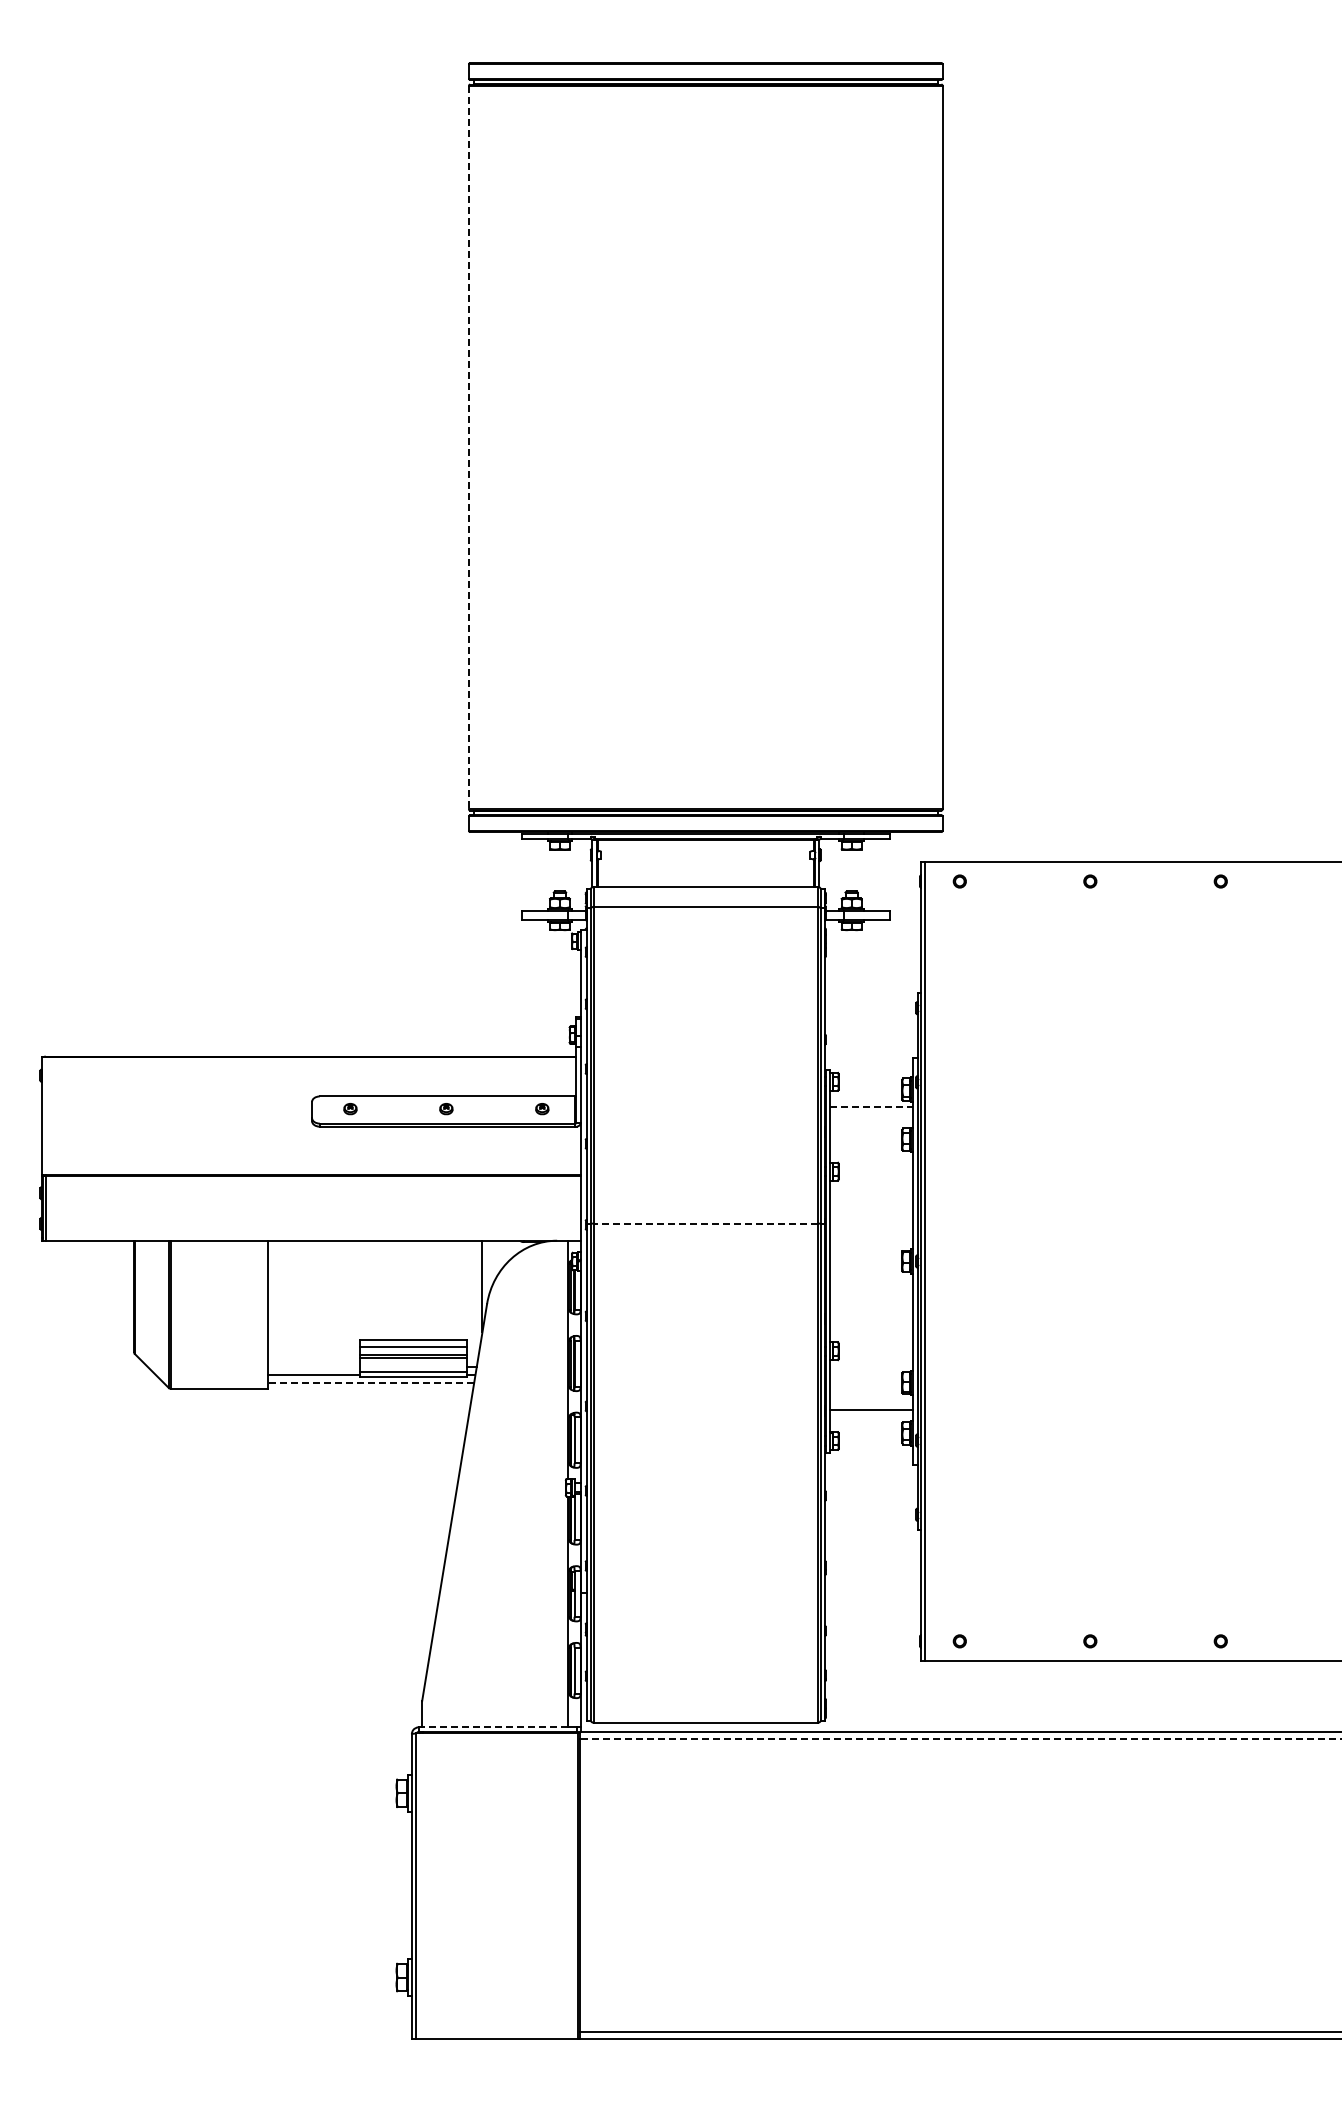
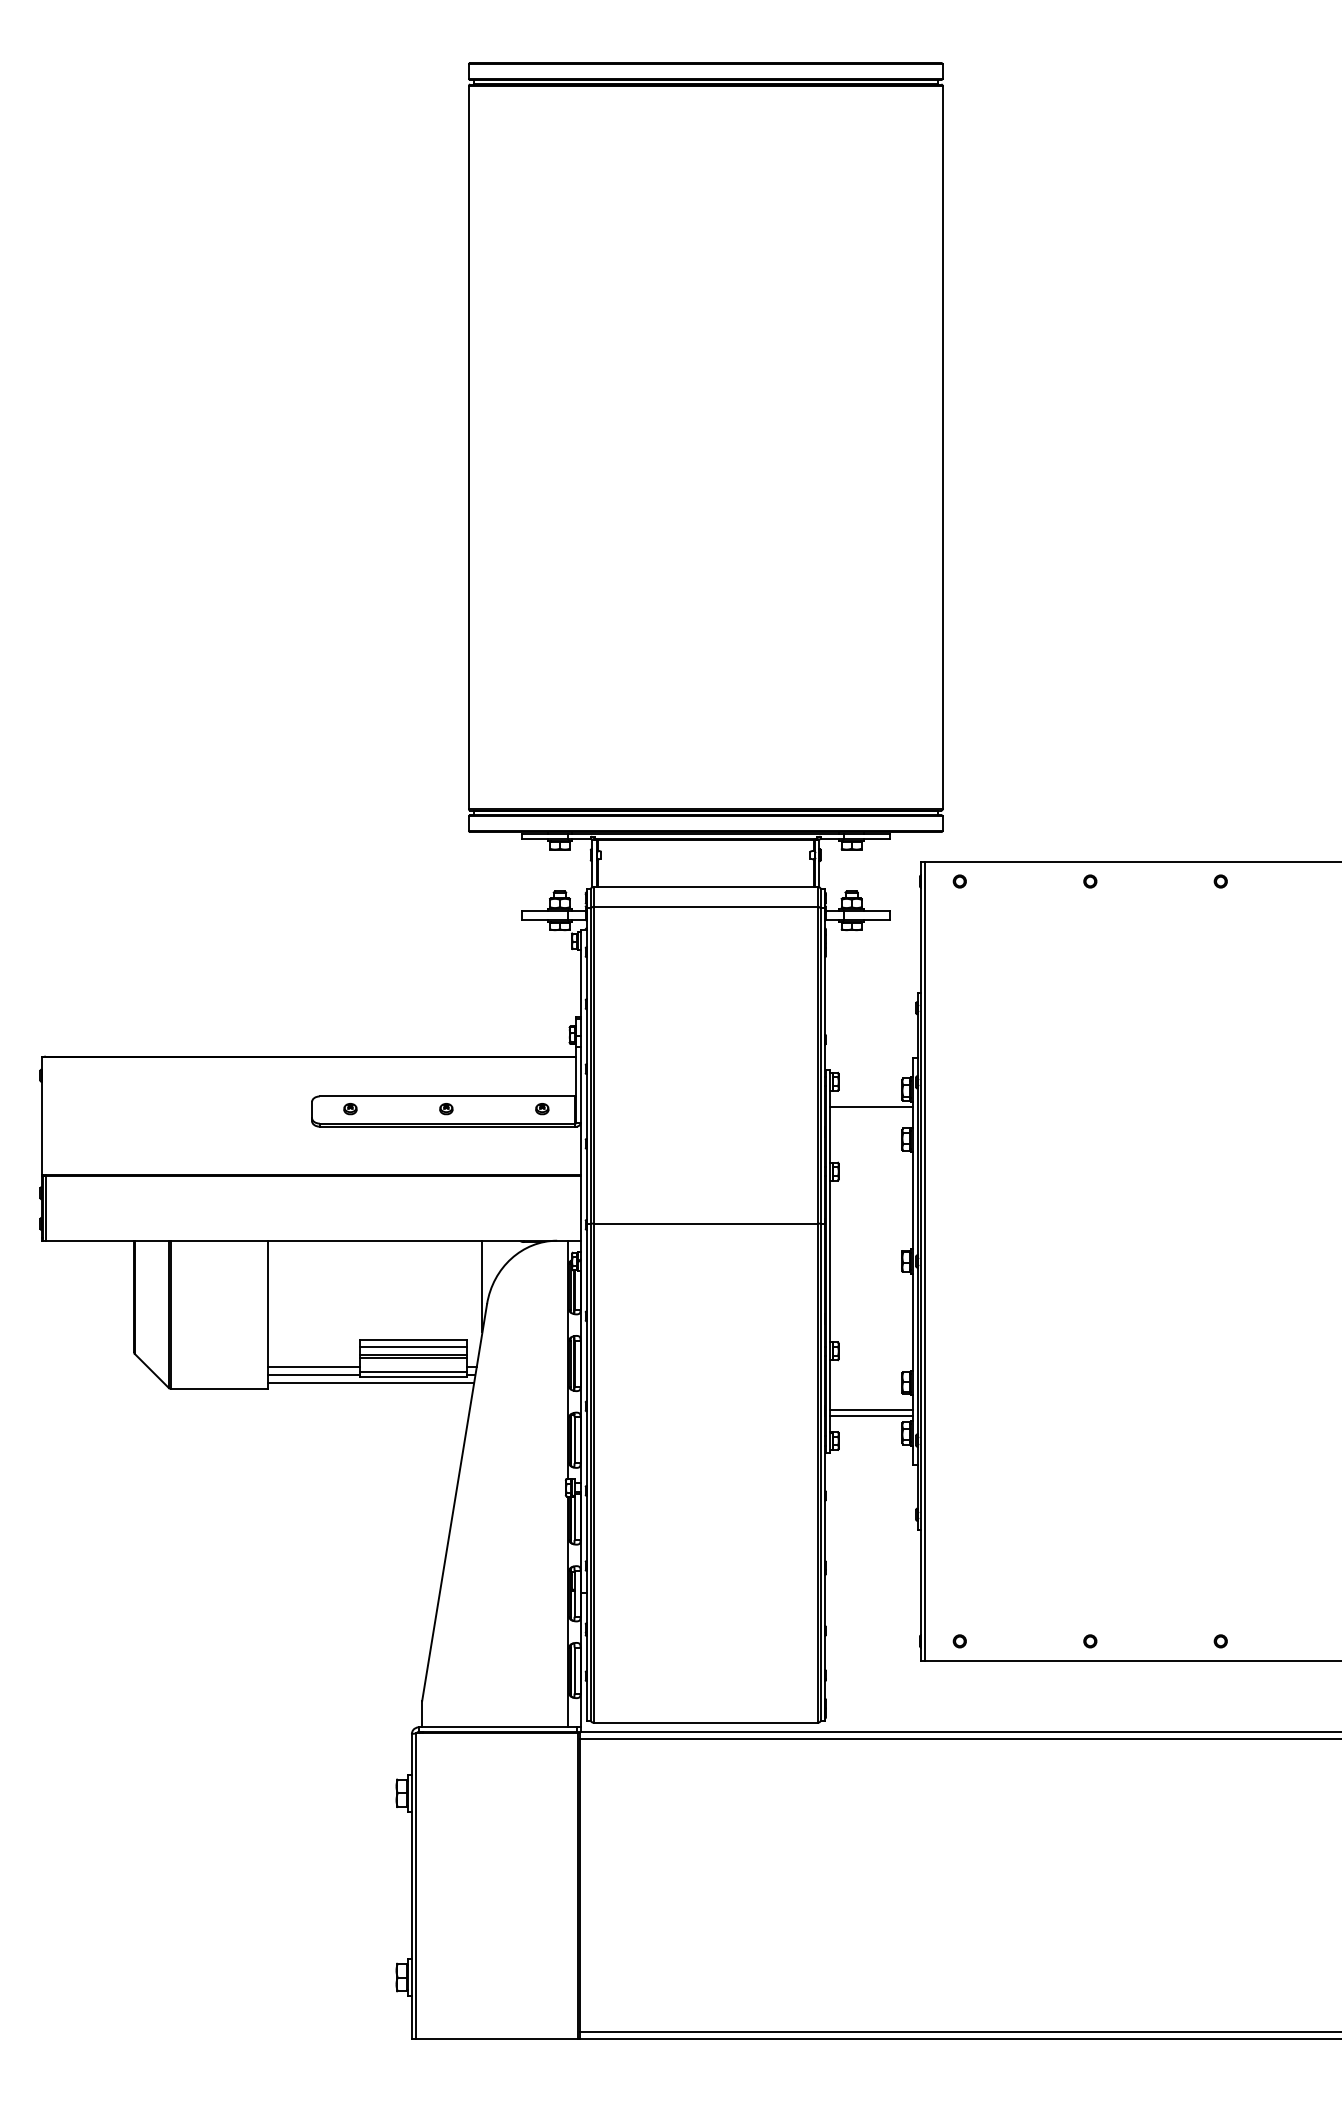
line at (469, 447): dashed -> solid
line at (872, 1107): dashed -> solid
line at (705, 1223): dashed -> solid
line at (313, 1367): none -> present
line at (370, 1382): dashed -> solid
line at (871, 1415): none -> present
line at (495, 1727): dashed -> solid
line at (960, 1738): dashed -> solid
